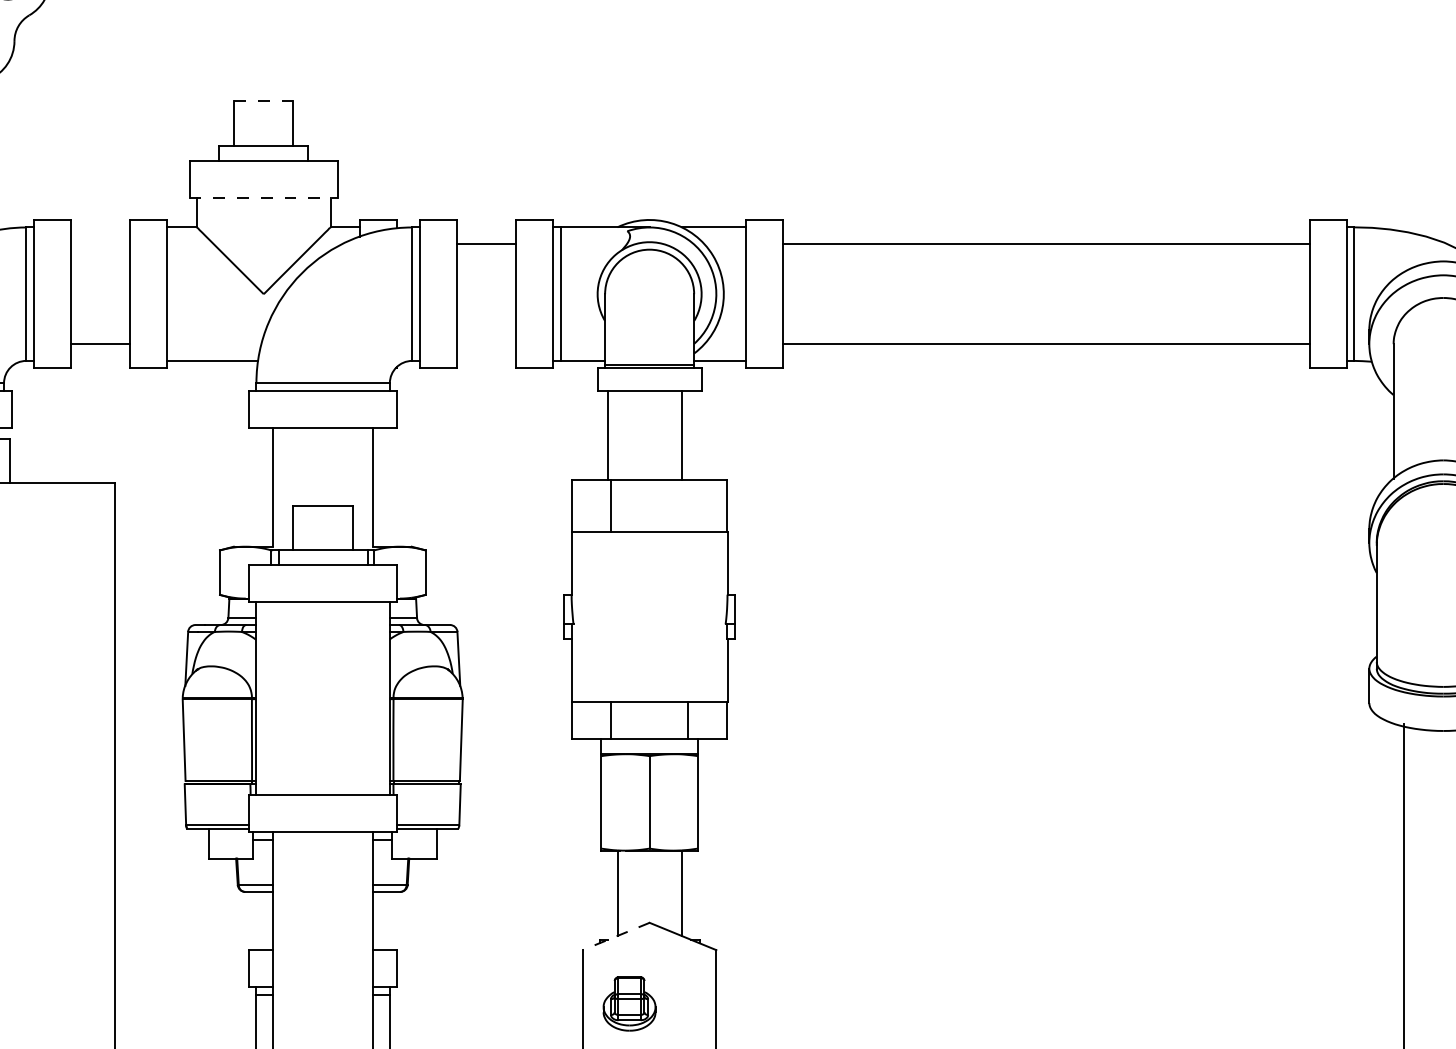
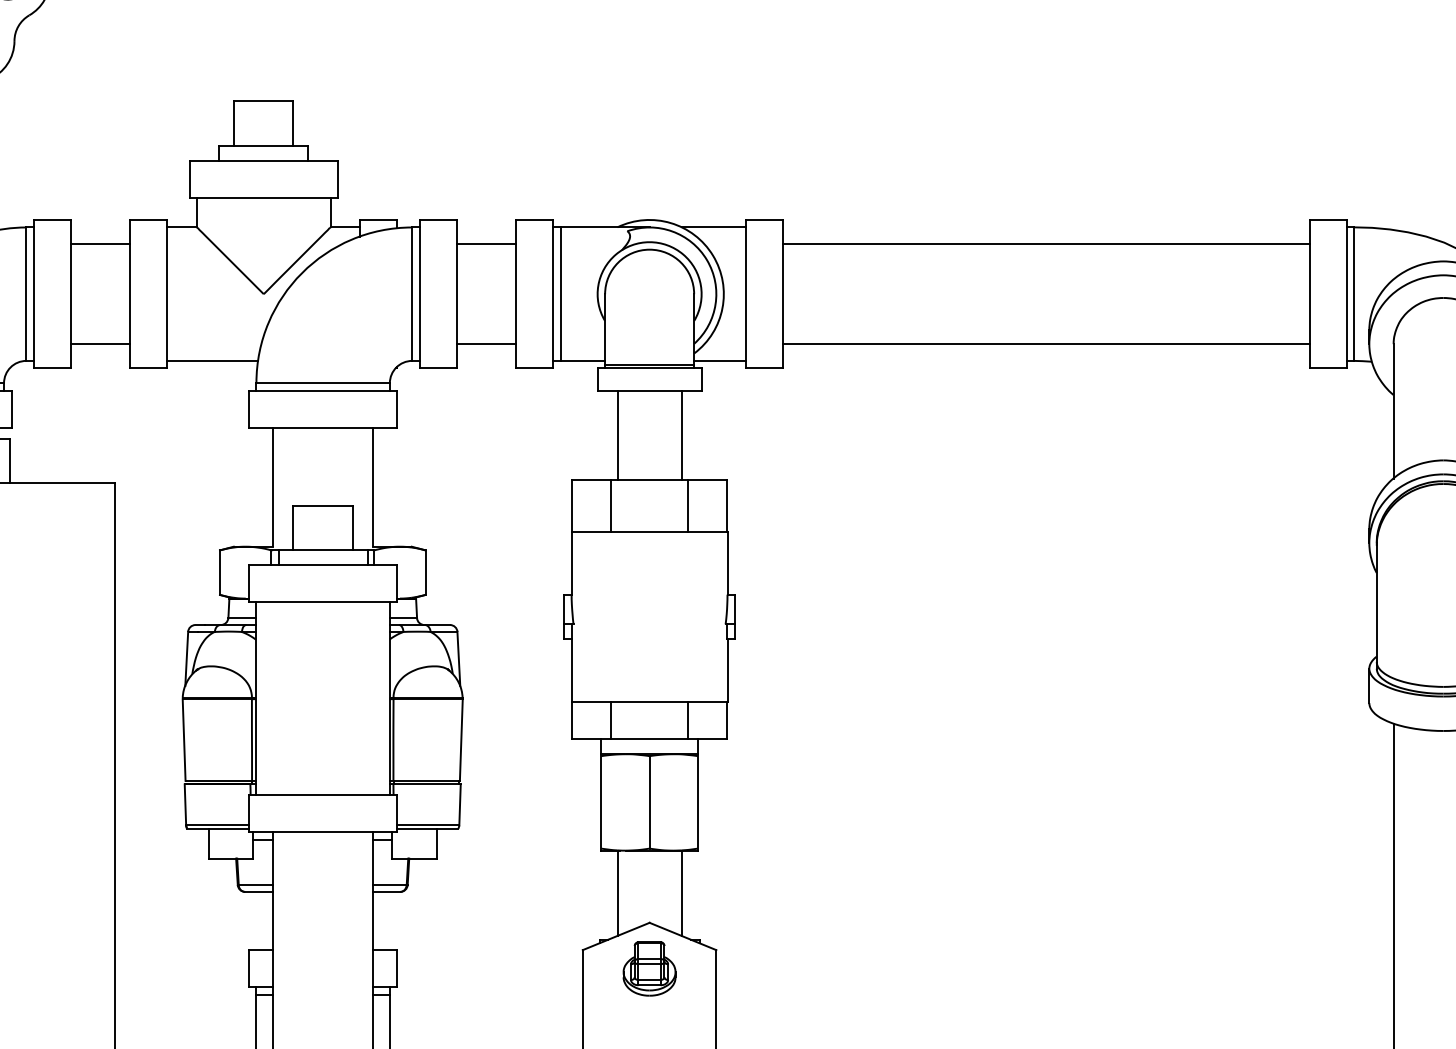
line at (263, 101): dashed -> solid
line at (264, 197): dashed -> solid
line at (100, 244): none -> present
line at (486, 344): none -> present
line at (607, 434) position: (607, 434) -> (617, 434)
line at (688, 505): none -> present
line at (1403, 884) position: (1403, 884) -> (1393, 884)
line at (615, 936): dashed -> solid
part at (629, 1003) position: (629, 1003) -> (649, 968)
